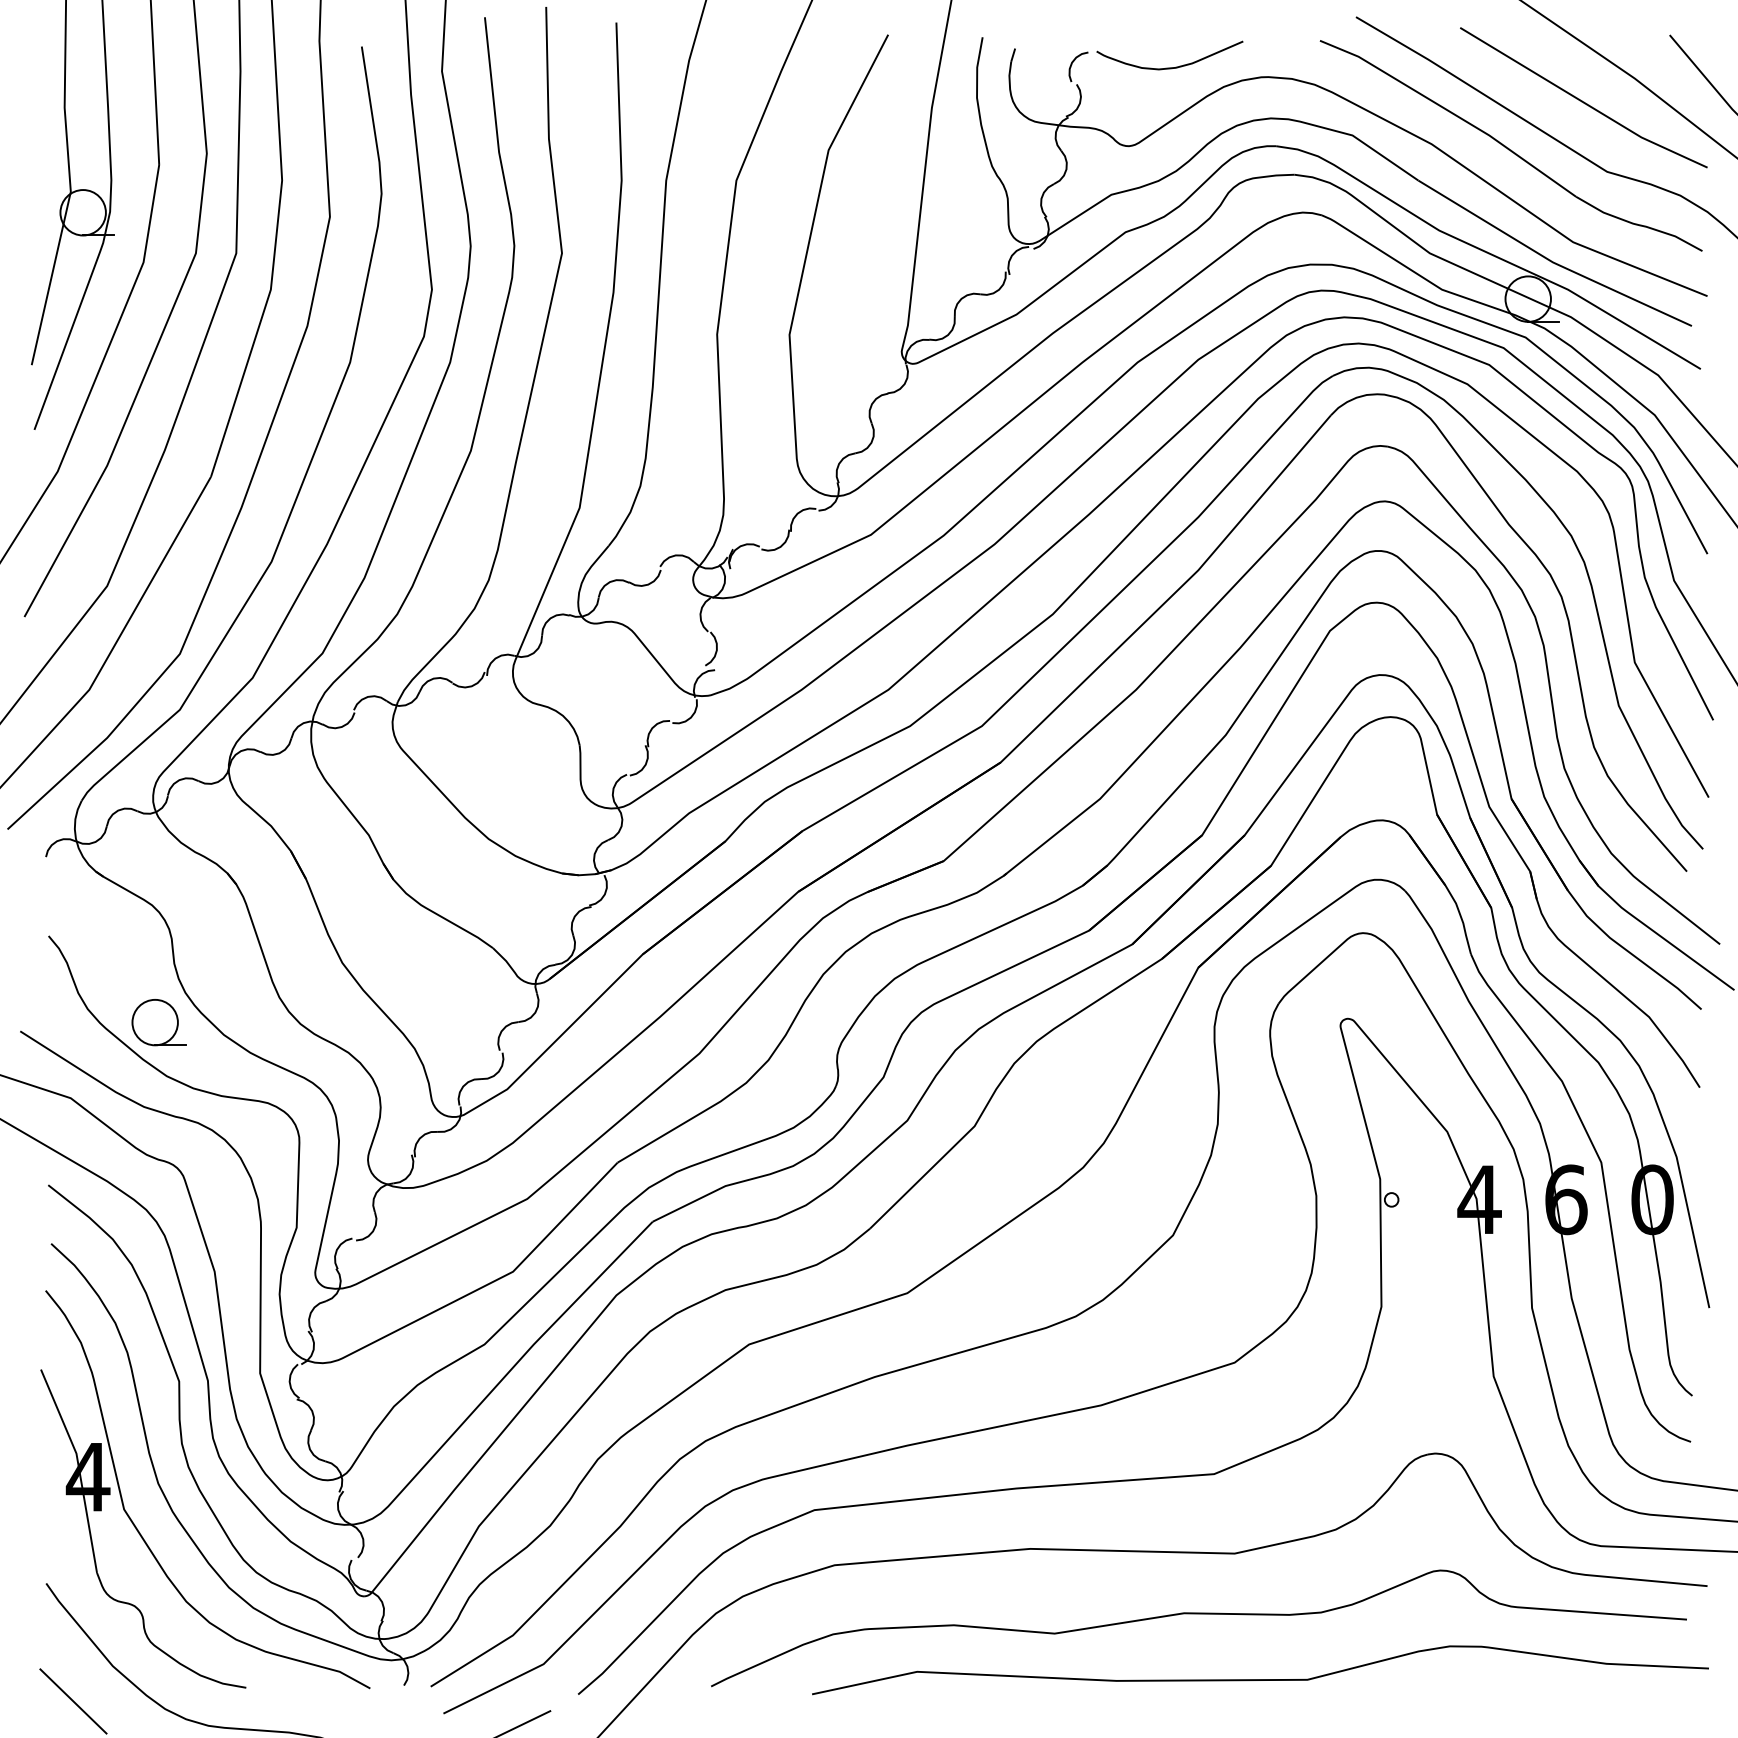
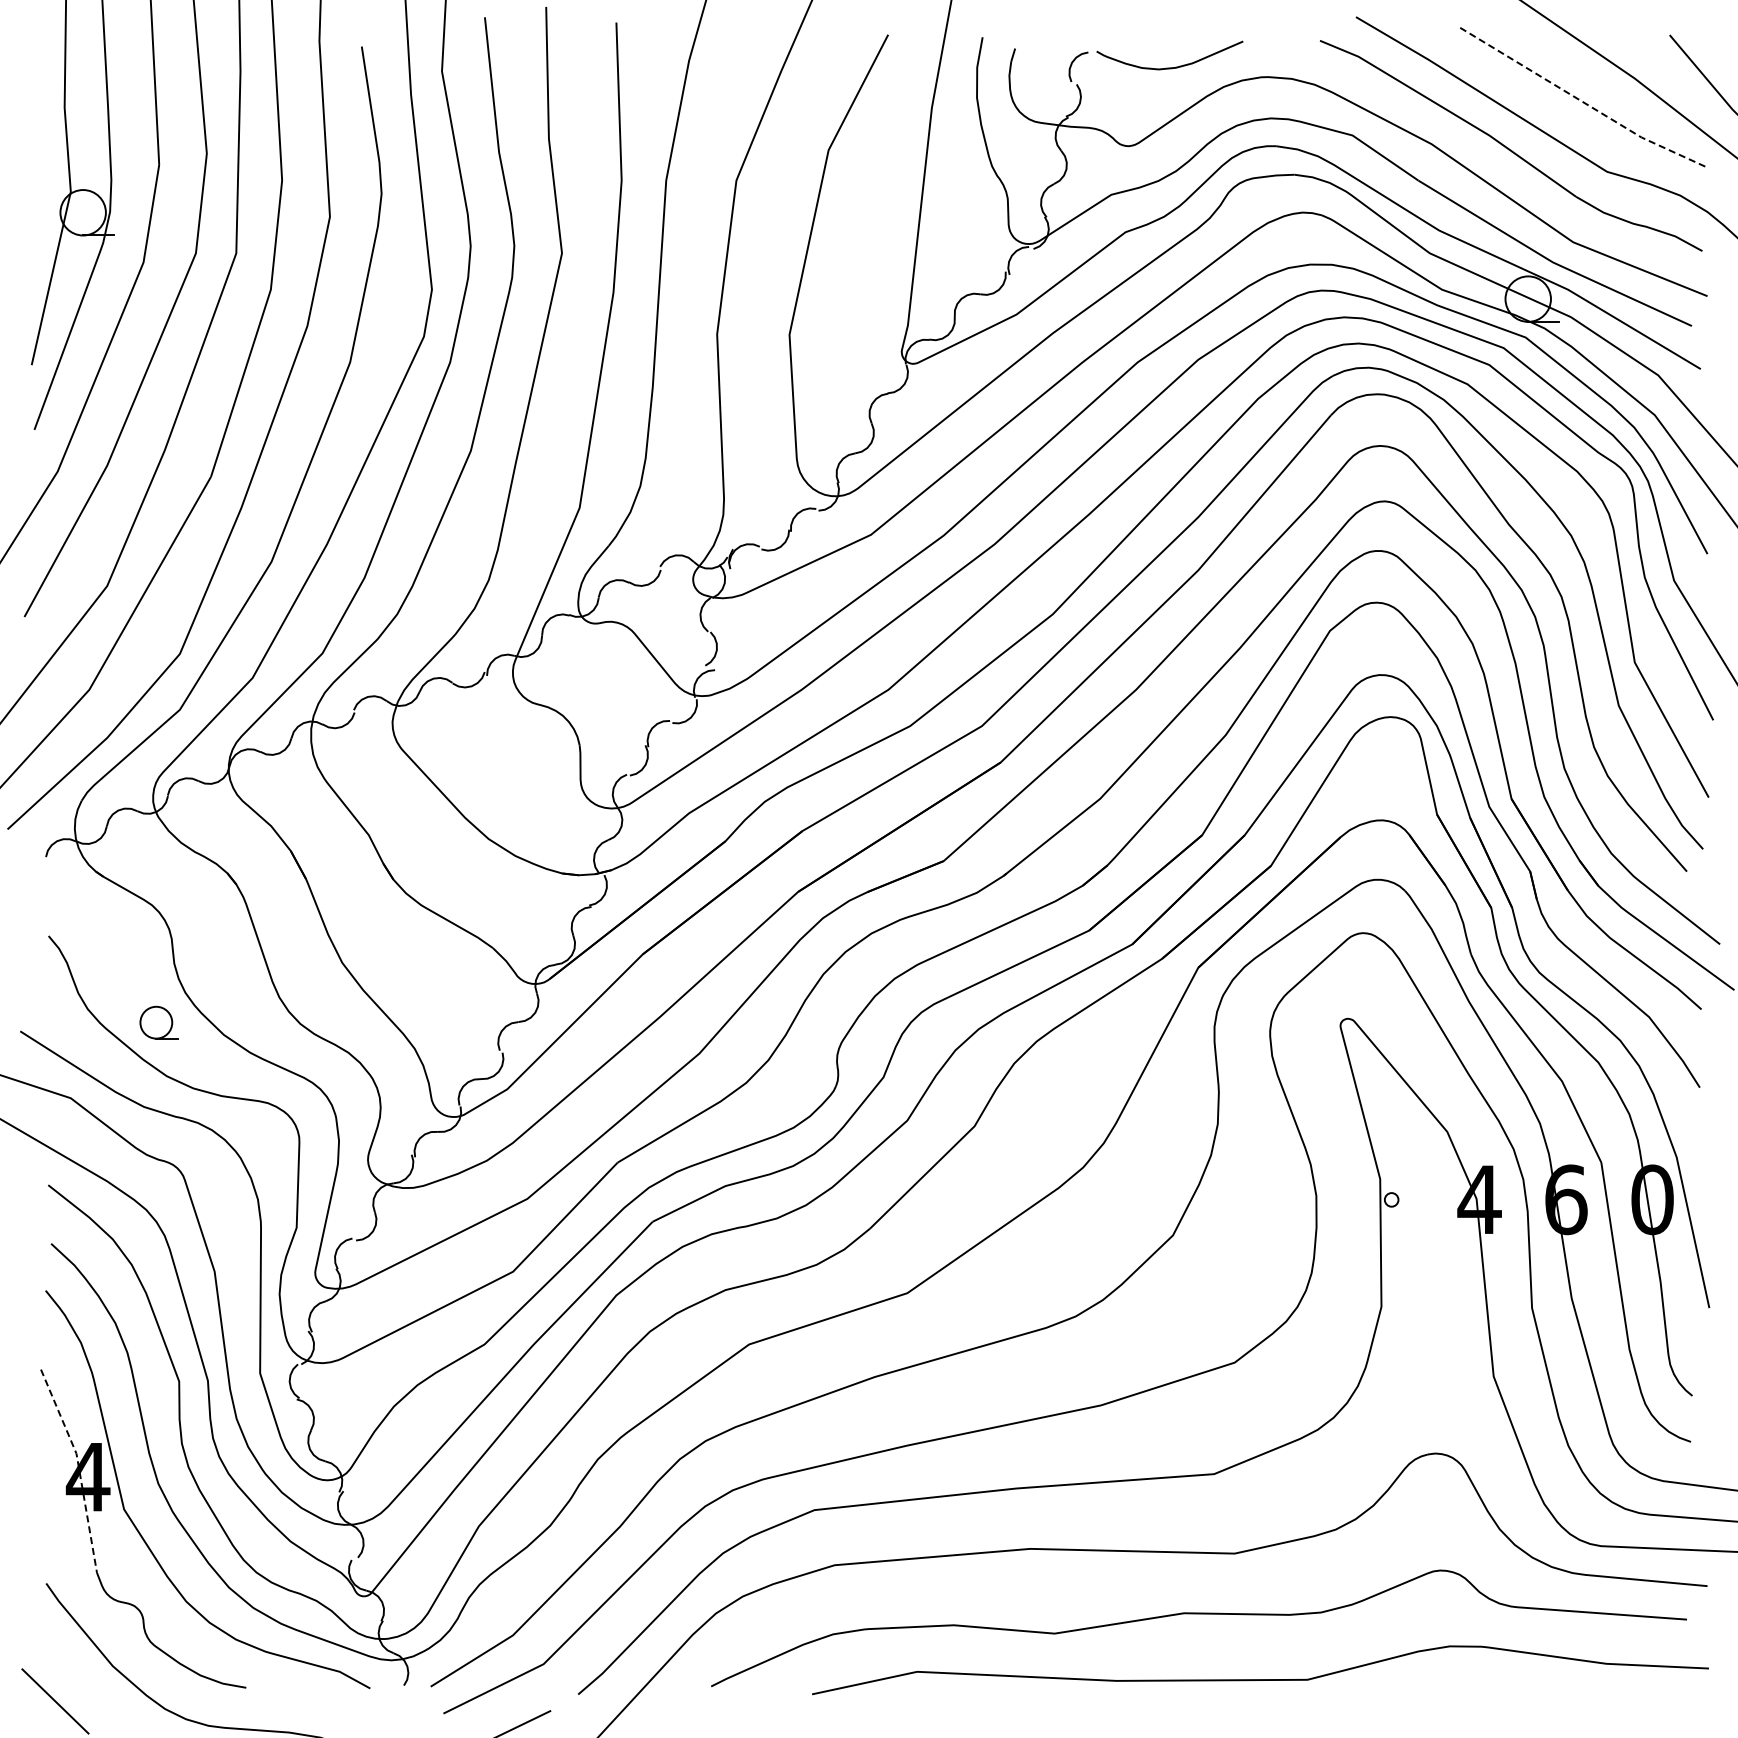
line at (1582, 101): solid -> dashed
part at (158, 1022) size: 56x48 px -> 40x35 px
line at (79, 1468): solid -> dashed
line at (73, 1701) position: (73, 1701) -> (55, 1701)
